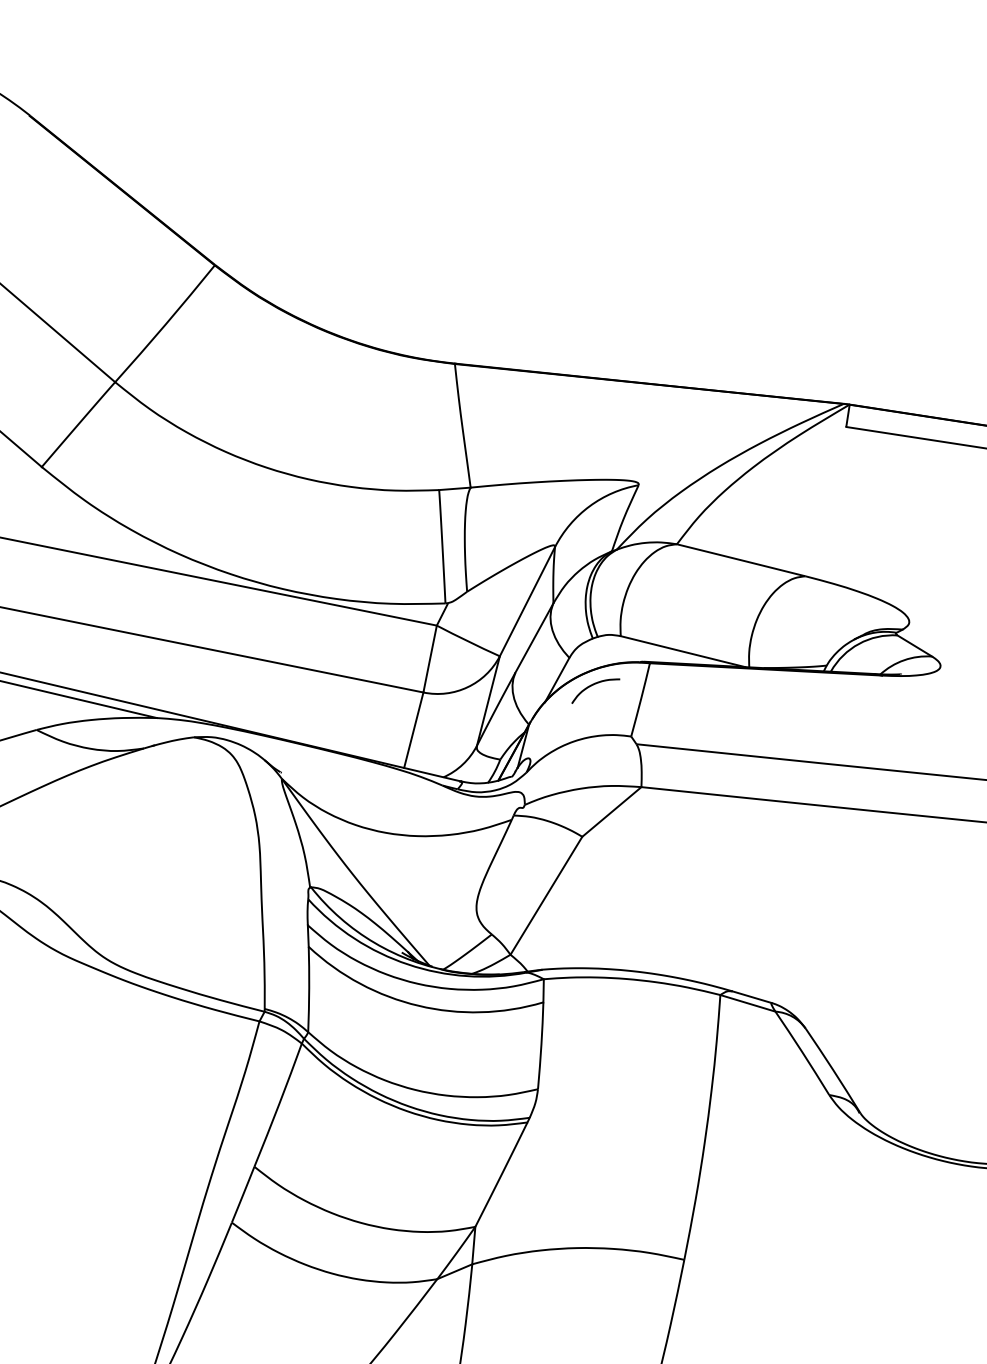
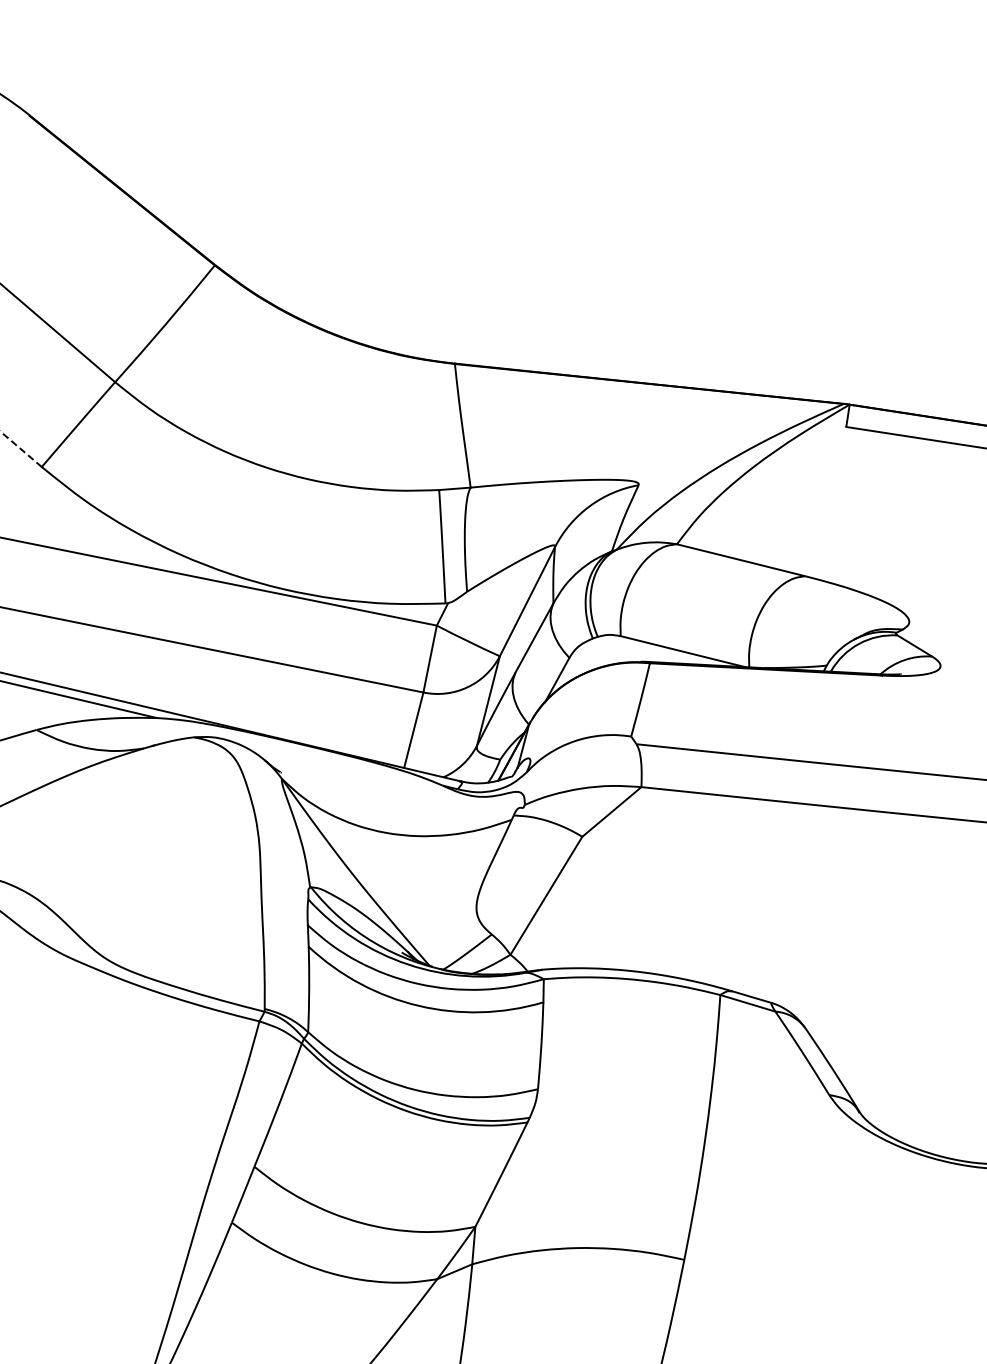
line at (20, 448): solid -> dashed
curve at (593, 685): present -> none
